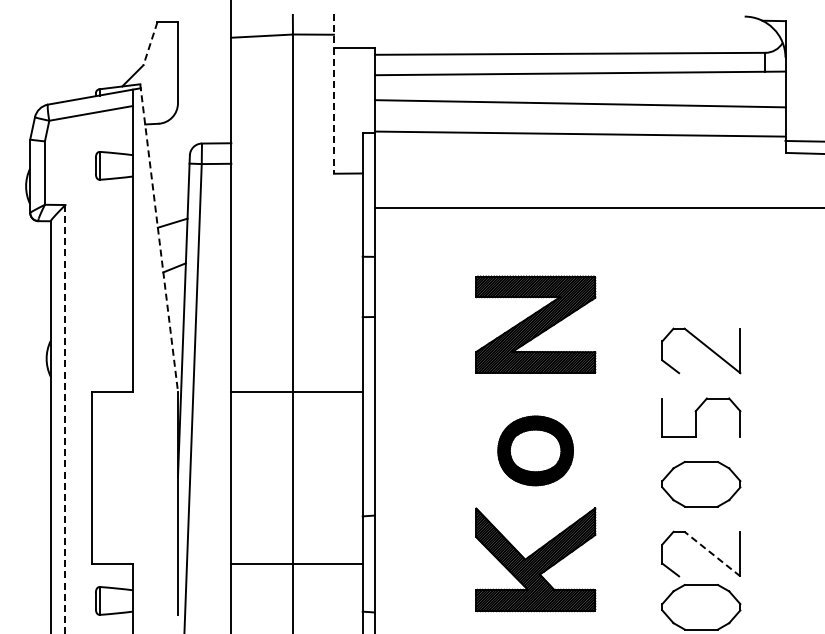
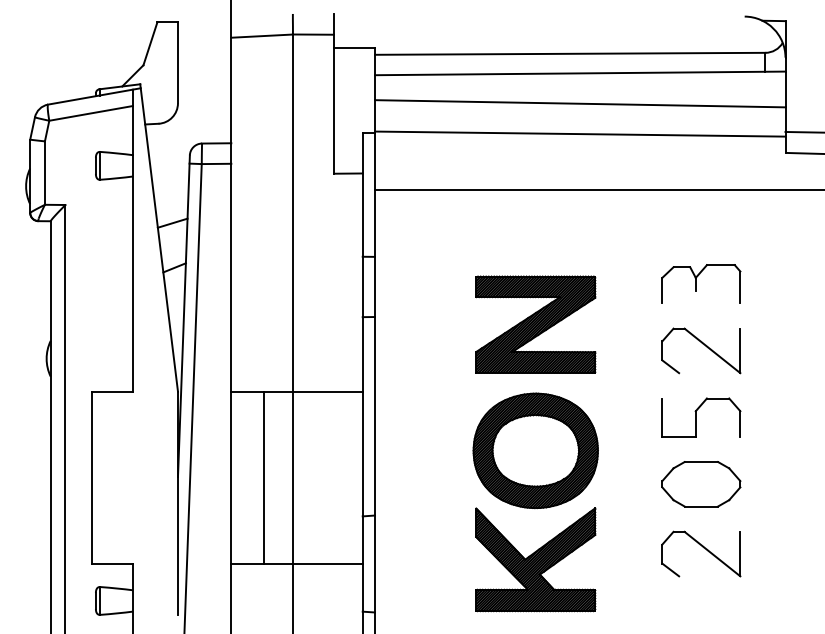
line at (150, 43): dashed -> solid
line at (333, 93): dashed -> solid
line at (803, 140) position: (803, 140) -> (803, 131)
line at (598, 207) position: (598, 207) -> (598, 189)
line at (159, 237): dashed -> solid
part at (701, 283): none -> present
line at (65, 419): dashed -> solid
part at (535, 450) size: 77x72 px -> 127x118 px
line at (264, 477): none -> present
line at (712, 554): dashed -> solid
part at (701, 607): present -> none
